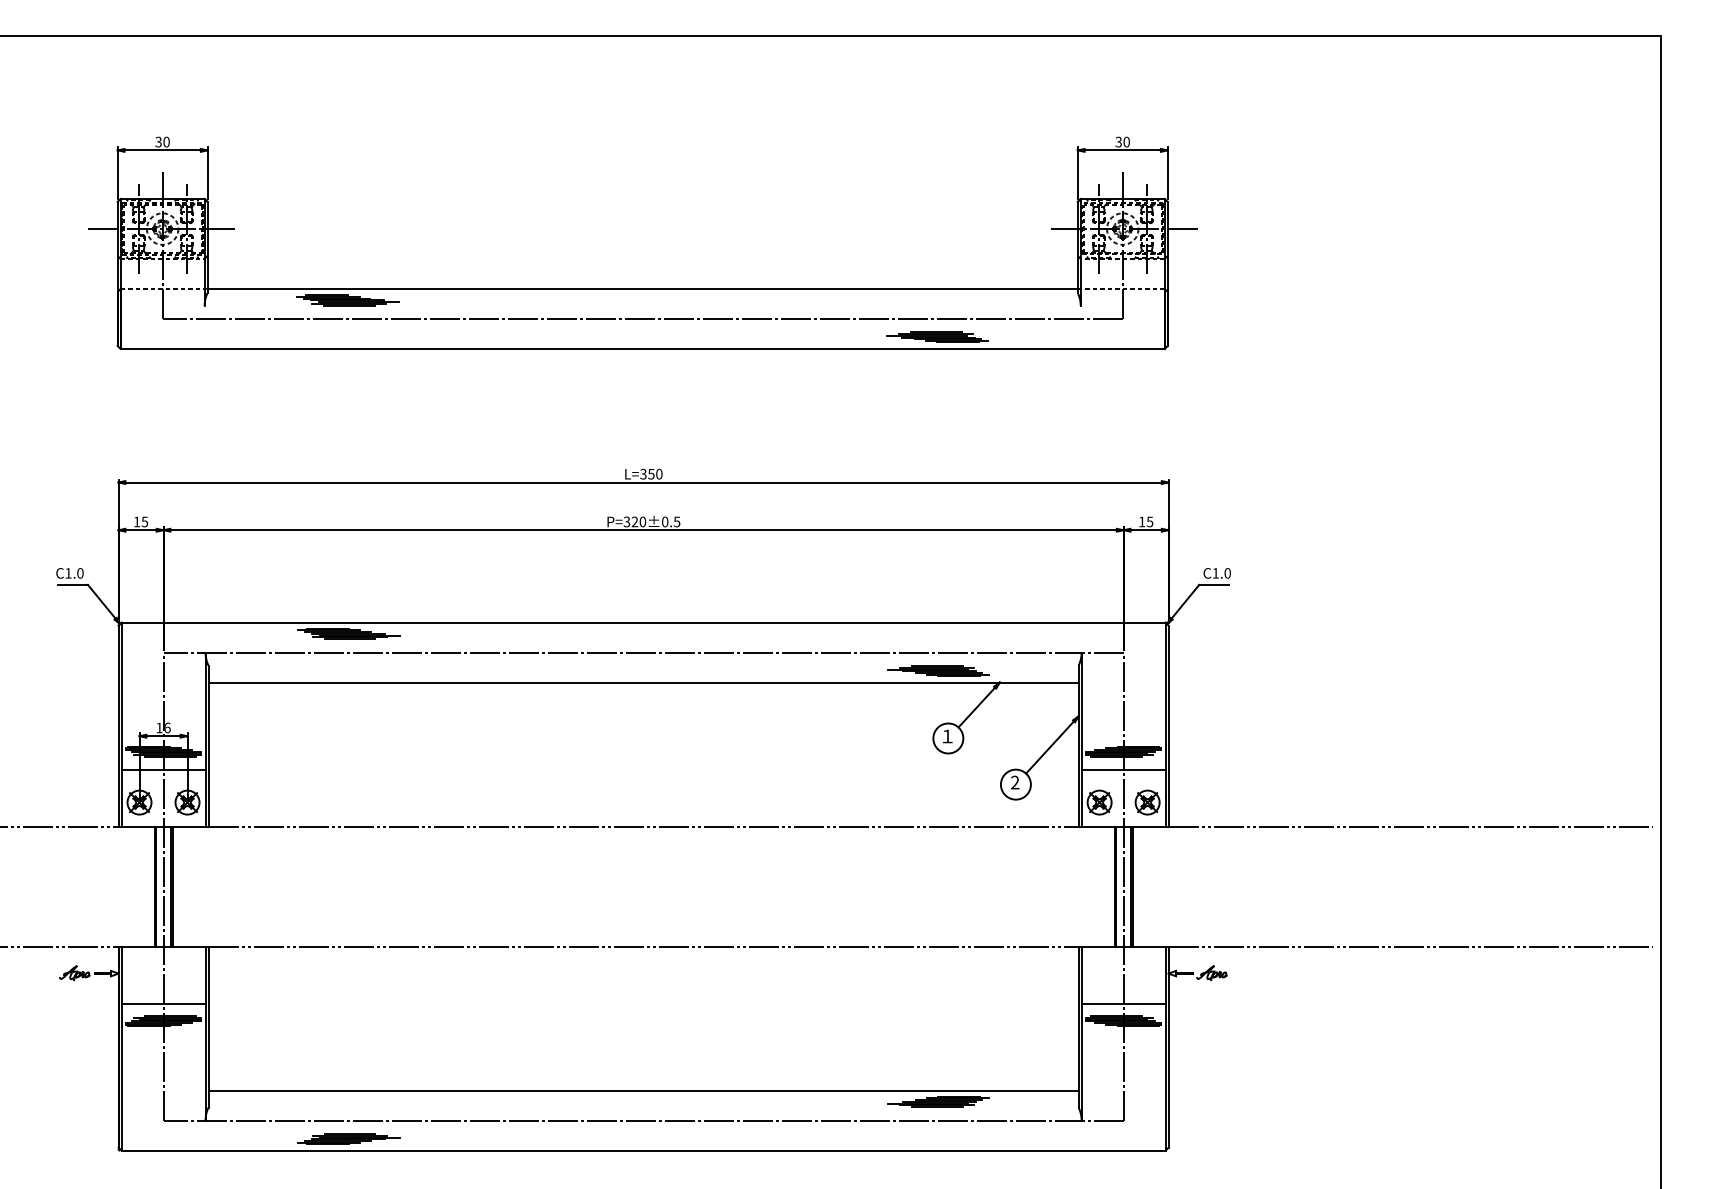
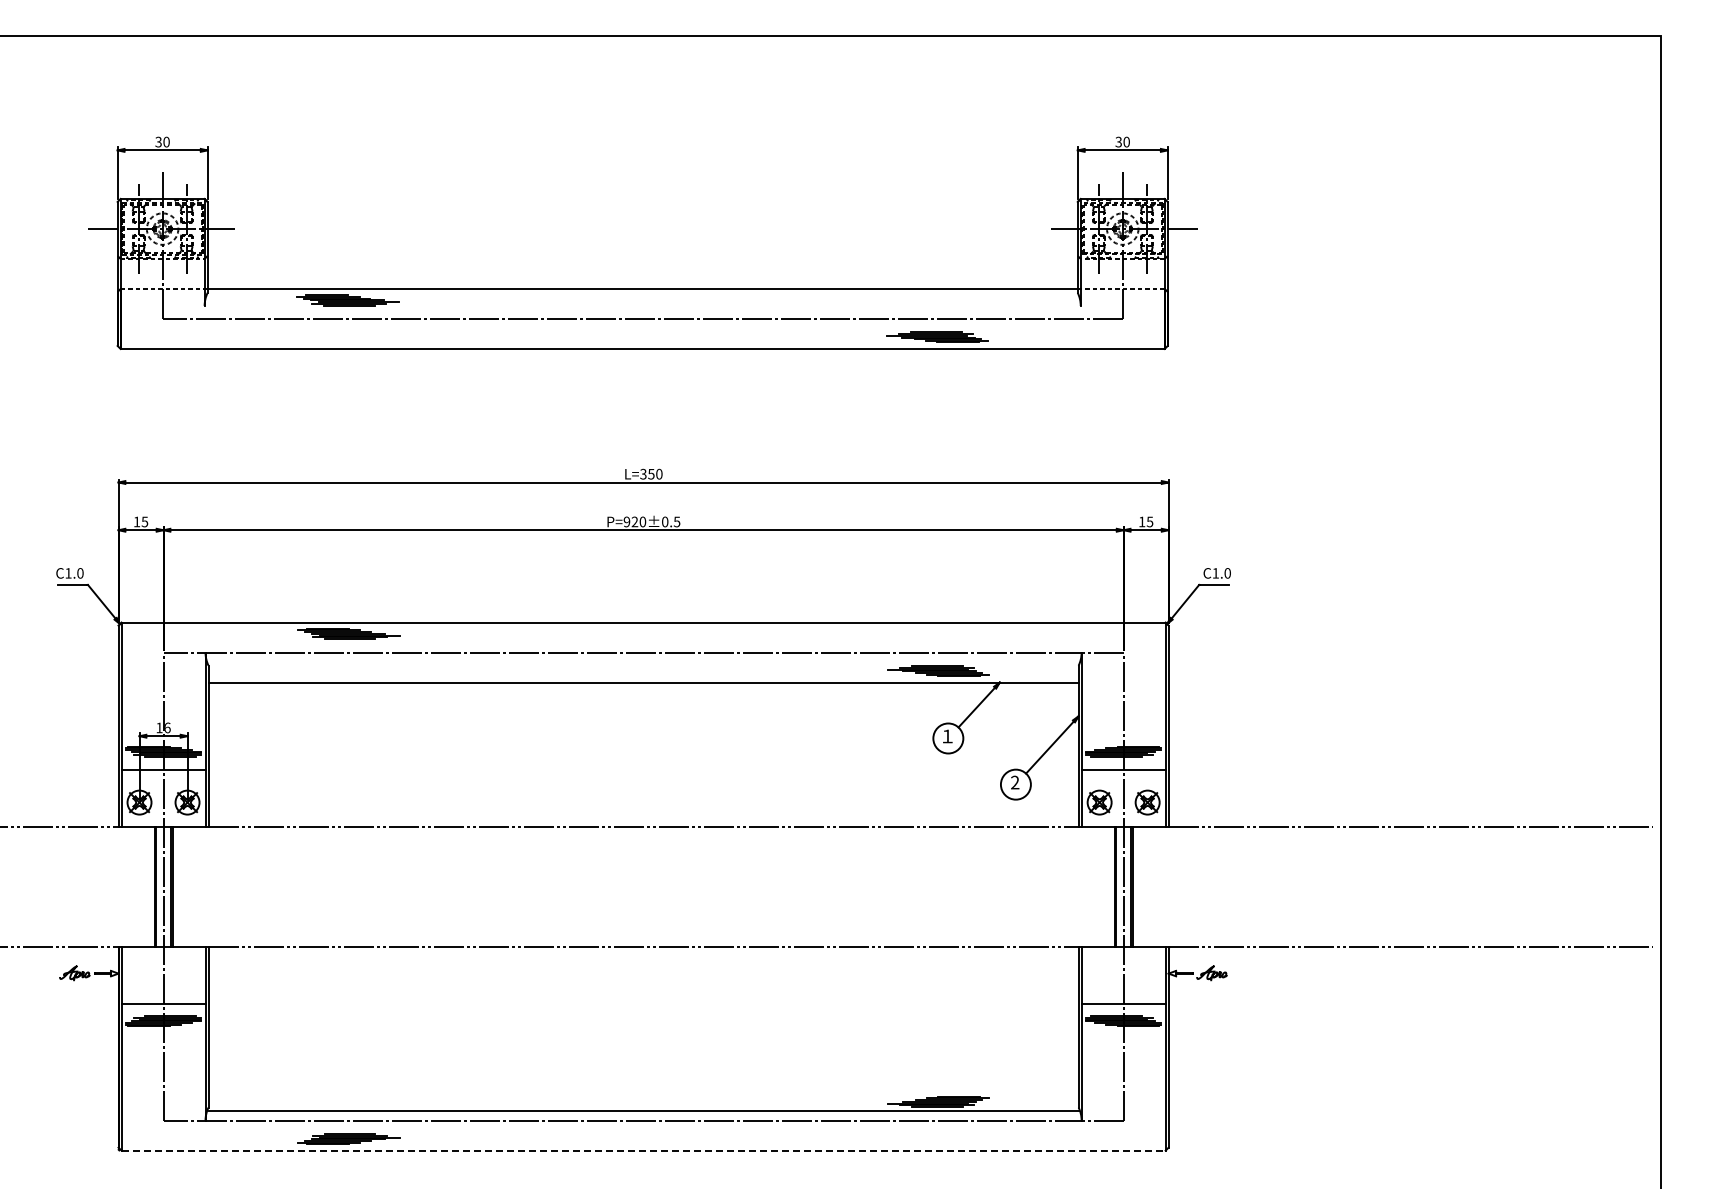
text at (626, 522): P=320±0.5 -> P=920±0.5
line at (643, 1090) position: (643, 1090) -> (643, 1110)
line at (644, 1150): solid -> dashed
